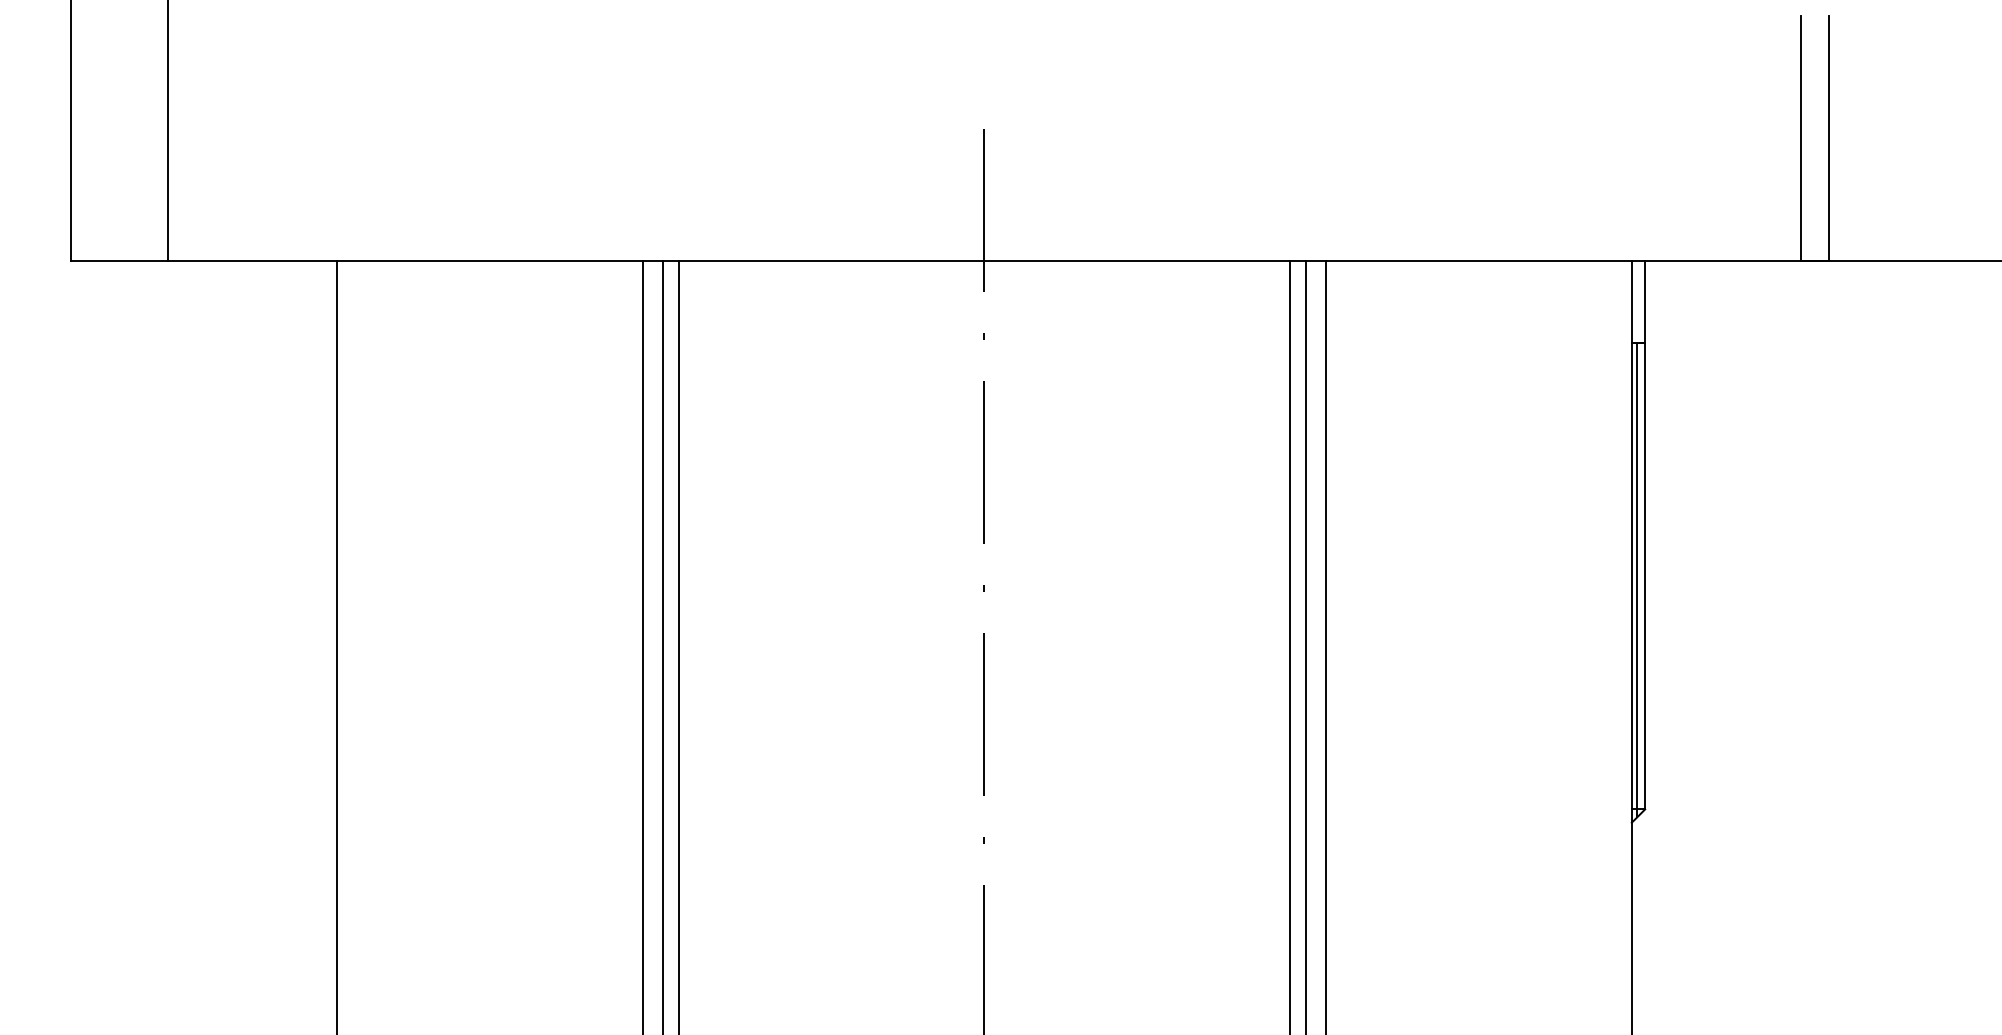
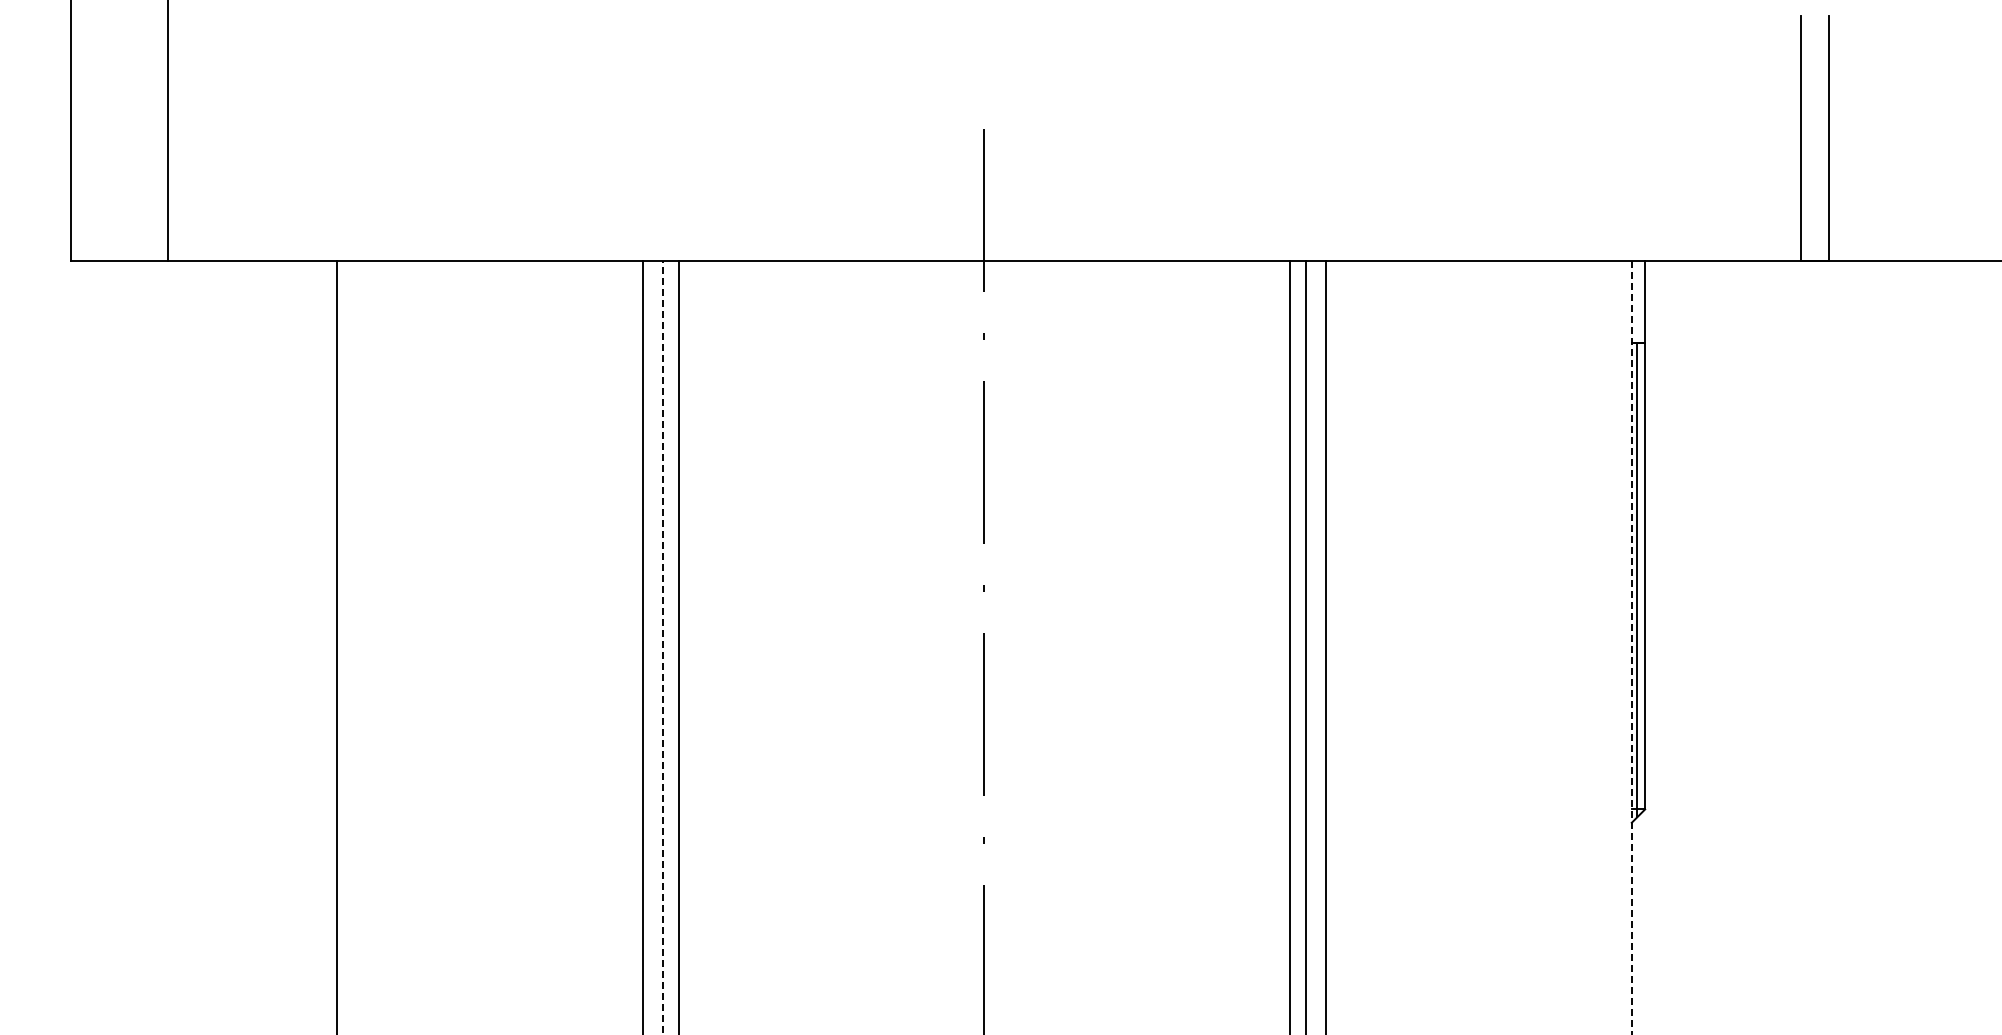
line at (662, 647): solid -> dashed
line at (1631, 647): solid -> dashed
